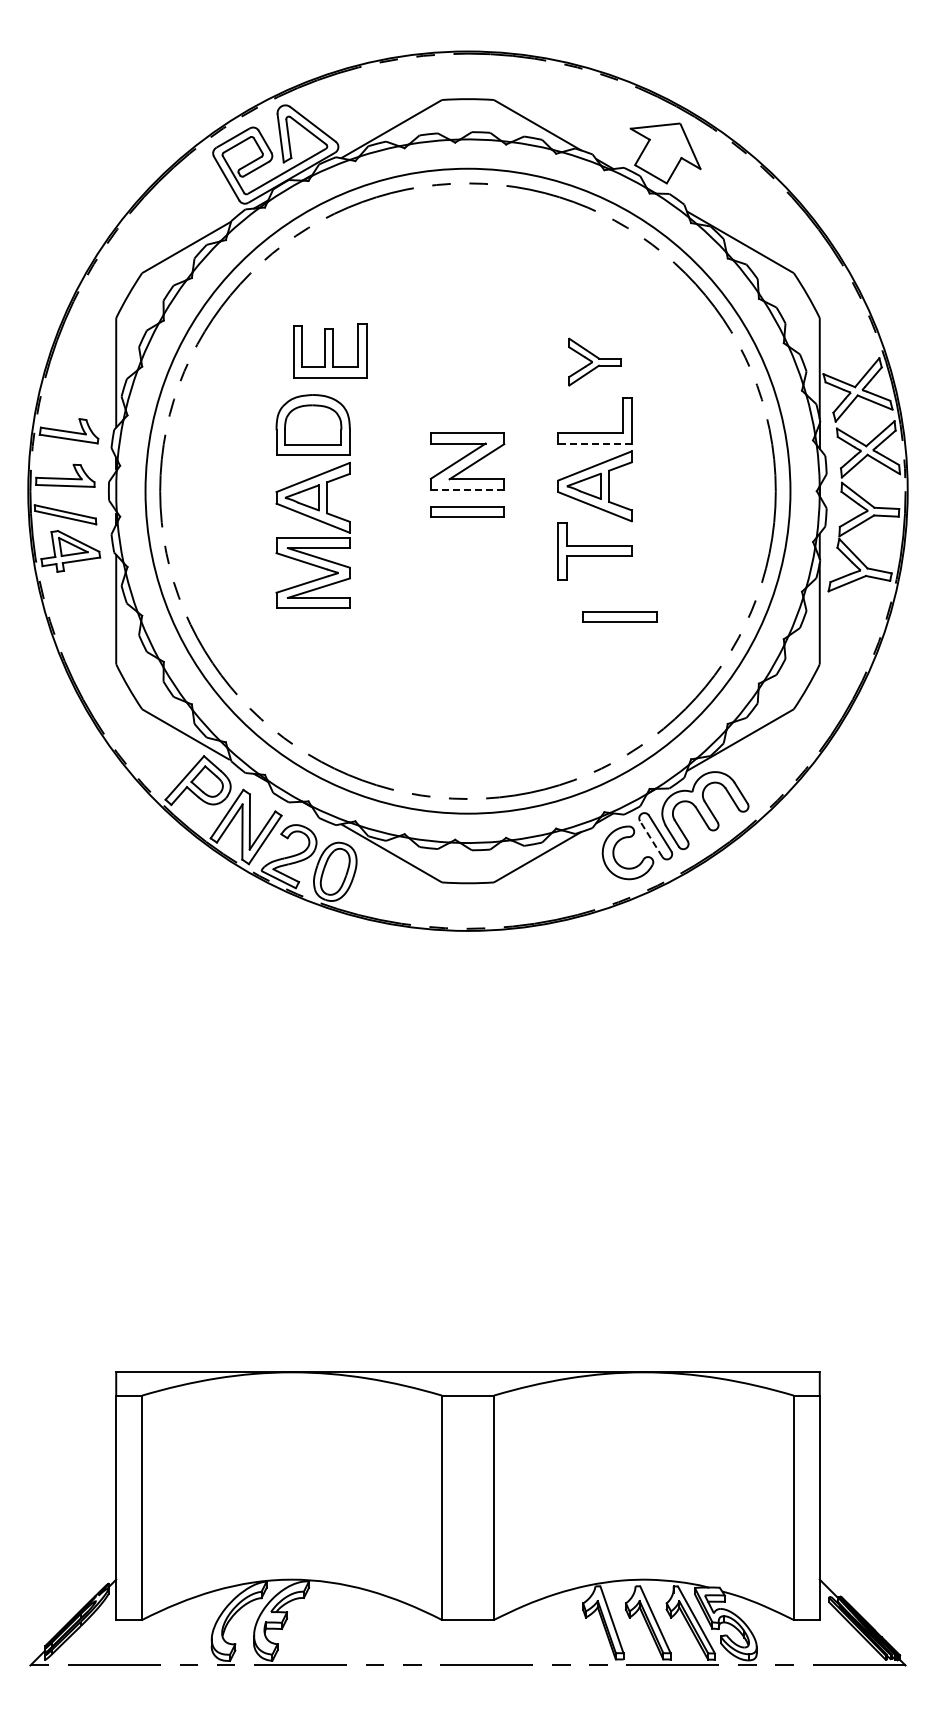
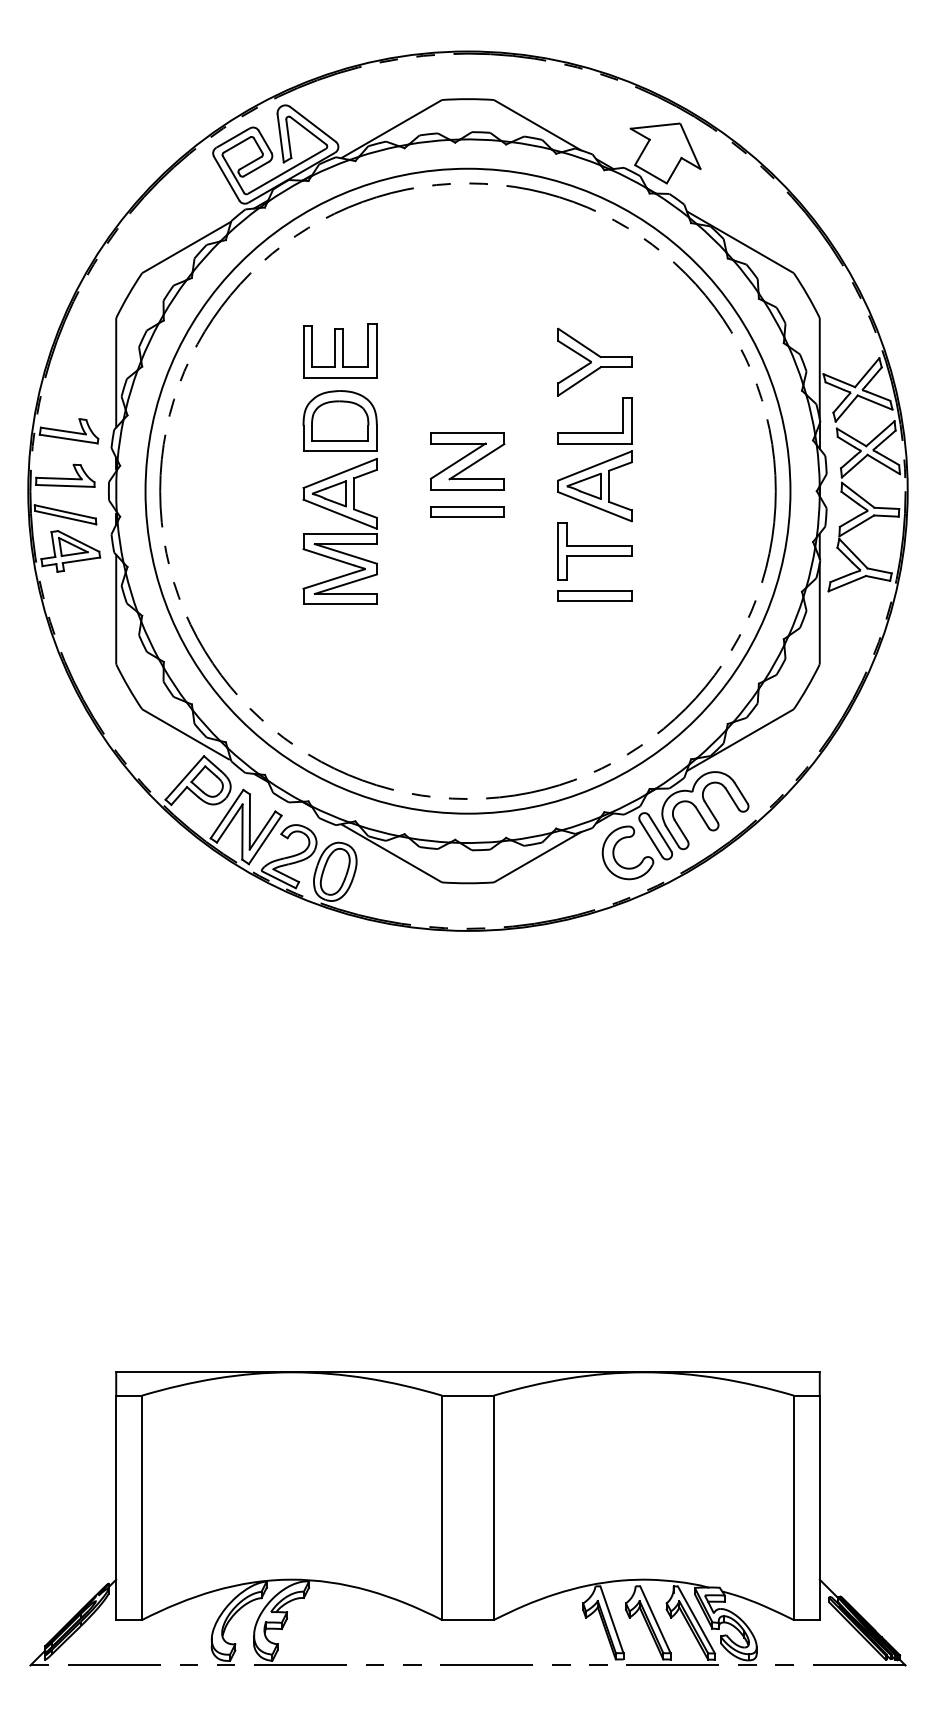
part at (330, 350) position: (330, 350) -> (340, 350)
part at (594, 361) size: 54x50 px -> 76x70 px
line at (595, 443): dashed -> solid
line at (467, 489): dashed -> solid
part at (312, 501) position: (312, 501) -> (339, 497)
part at (619, 616) position: (619, 616) -> (594, 595)
line at (650, 838): dashed -> solid
